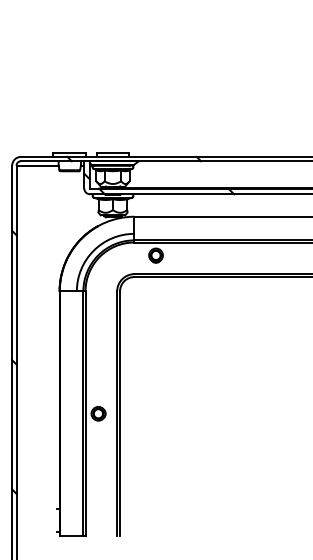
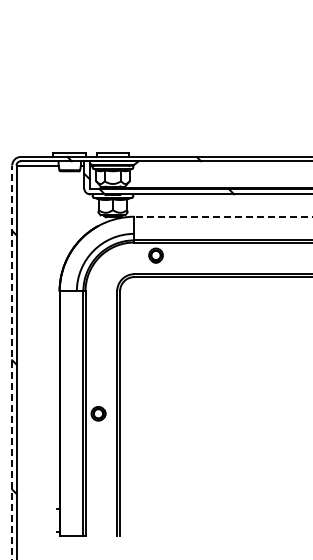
line at (223, 216): solid -> dashed
line at (12, 362): solid -> dashed
